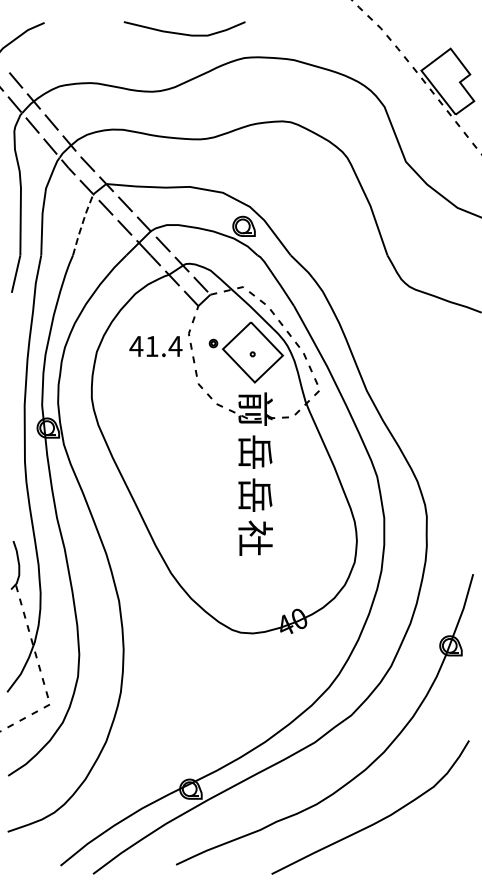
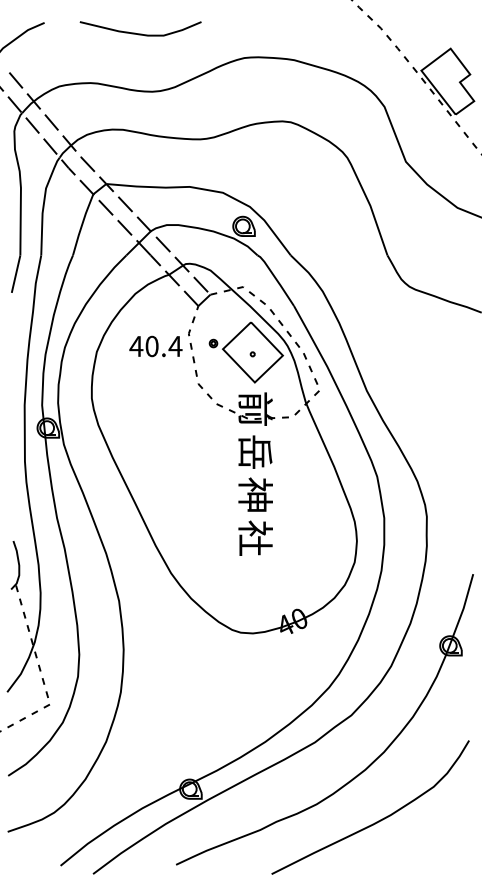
curve at (184, 33) position: (184, 33) -> (140, 33)
line at (82, 224): dashed -> solid
text at (151, 346): 41.4 -> 40.4
text at (255, 494): 岳 -> 神
